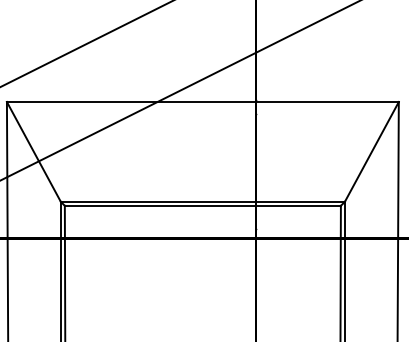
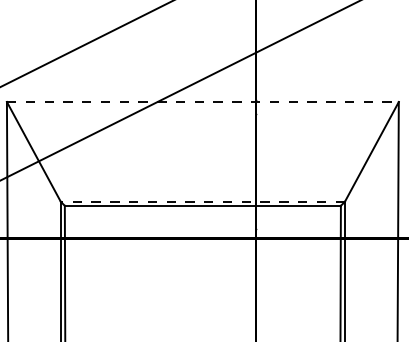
line at (202, 102): solid -> dashed
line at (202, 201): solid -> dashed
